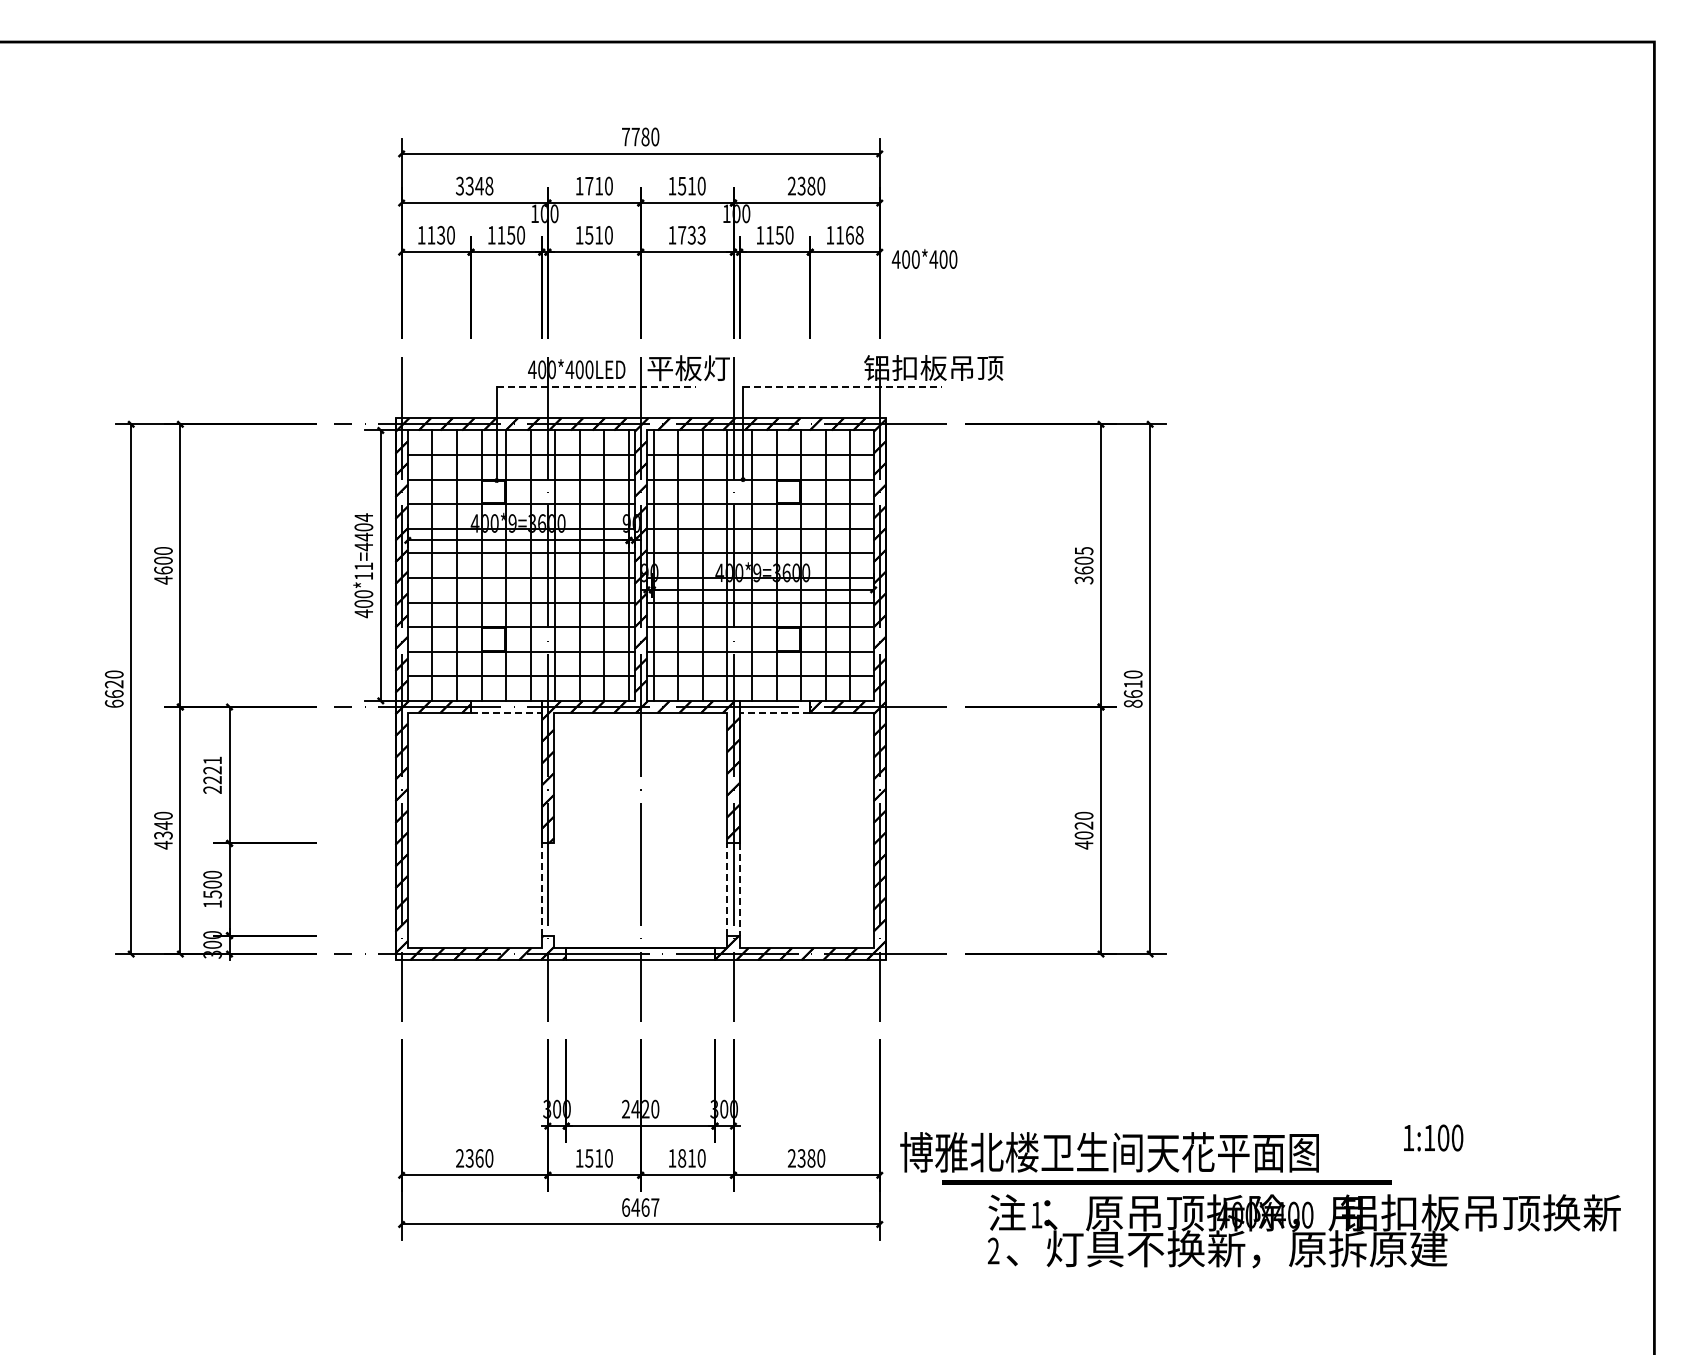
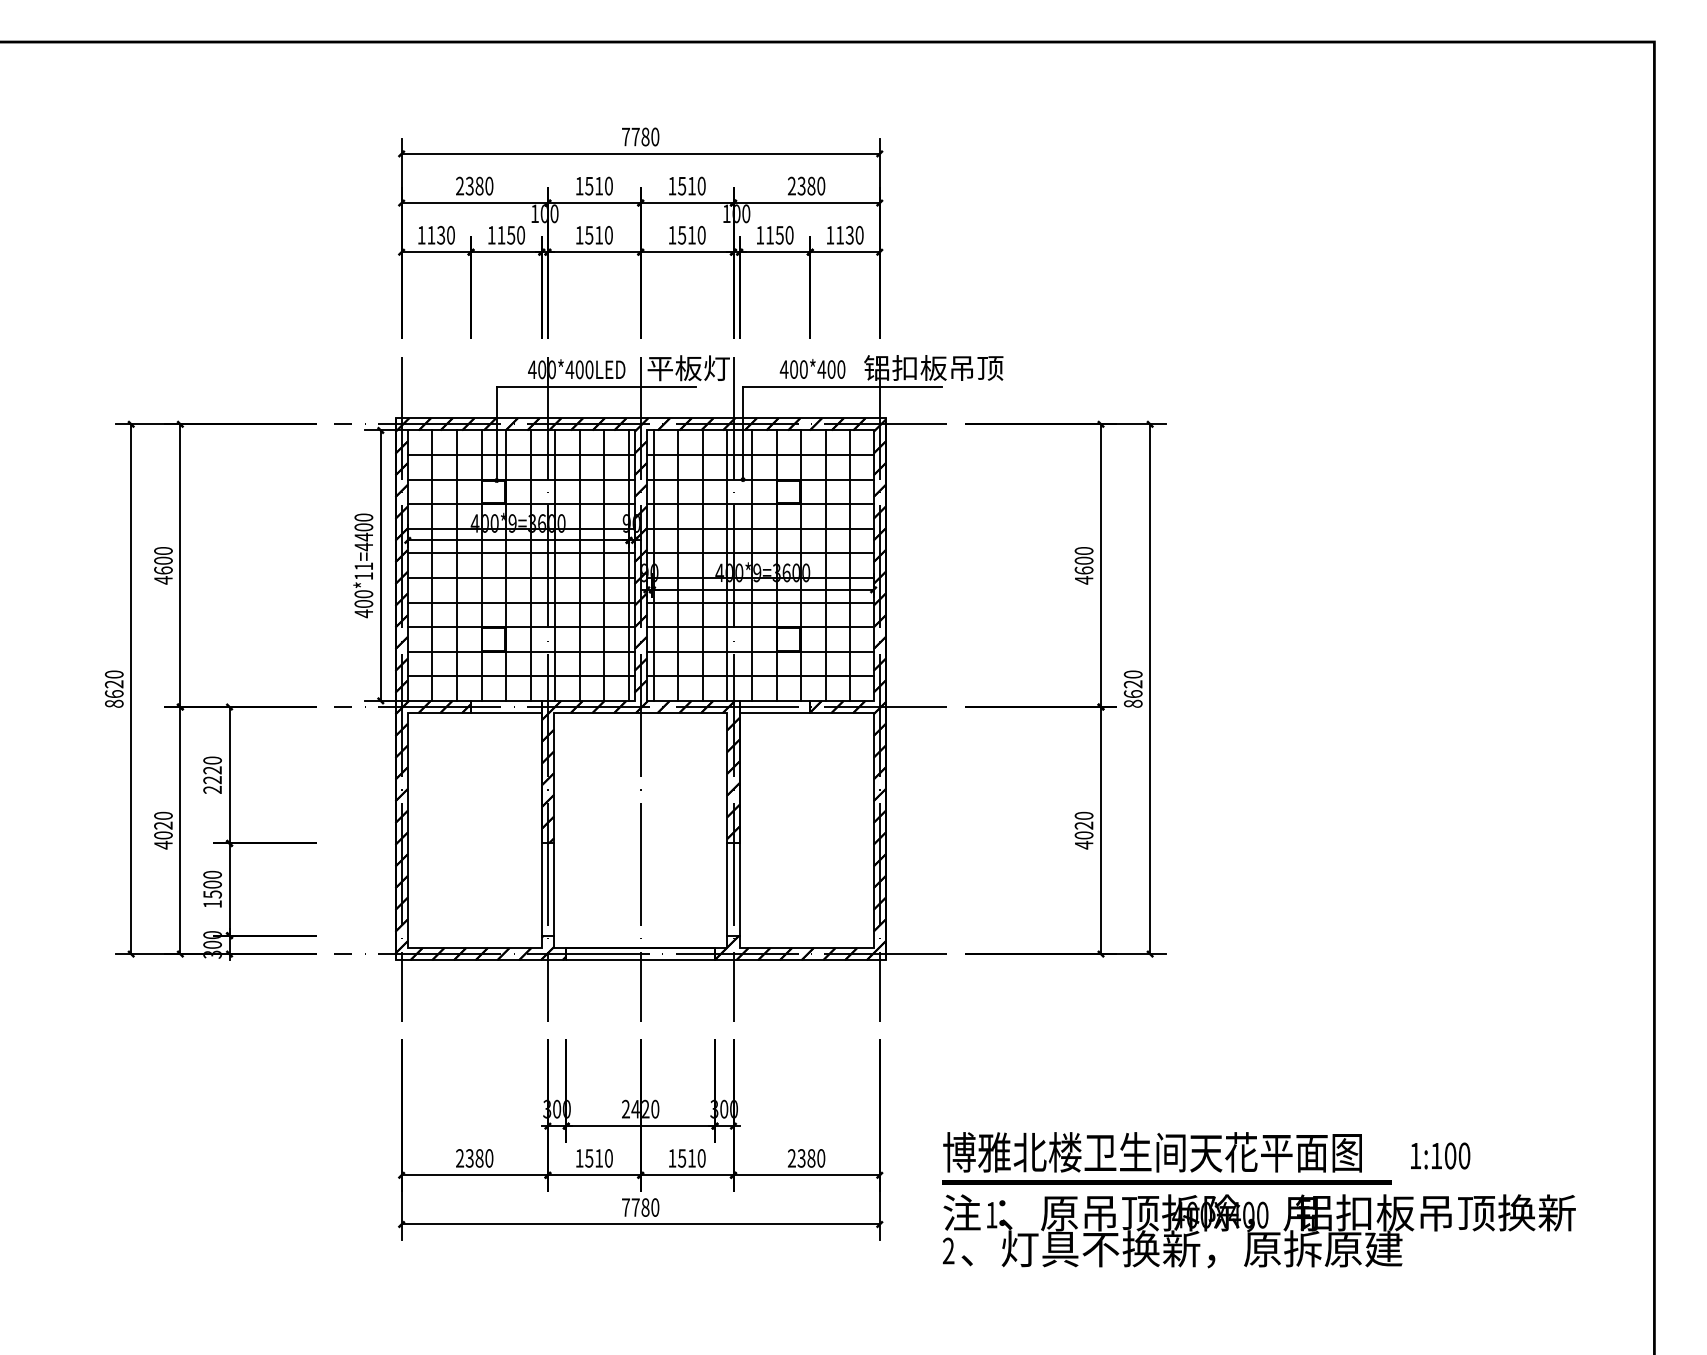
text at (474, 185): 3348 -> 2380
text at (589, 186): 1710 -> 1510
text at (691, 234): 1733 -> 1510
text at (854, 234): 1168 -> 1130
text at (924, 258) position: (924, 258) -> (812, 368)
line at (596, 386): dashed -> solid
line at (843, 386): dashed -> solid
text at (363, 517): 400*11=4404 -> 400*11=4400
text at (1083, 565): 3605 -> 4600
text at (1132, 684): 8610 -> 8620
text at (114, 703): 6620 -> 8620
line at (506, 713): dashed -> solid
line at (774, 713): dashed -> solid
text at (212, 760): 2221 -> 2220
text at (163, 830): 4340 -> 4020
line at (541, 889): dashed -> solid
line at (554, 889): none -> present
line at (727, 889): dashed -> solid
line at (739, 890): dashed -> solid
text at (1433, 1137) position: (1433, 1137) -> (1440, 1155)
text at (1109, 1152) position: (1109, 1152) -> (1152, 1152)
text at (479, 1158): 2360 -> 2380
text at (682, 1158): 1810 -> 1510
text at (640, 1207): 6467 -> 7780
text at (1303, 1231) position: (1303, 1231) -> (1258, 1231)
